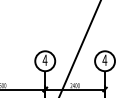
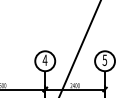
text at (104, 59): 4 -> 5
